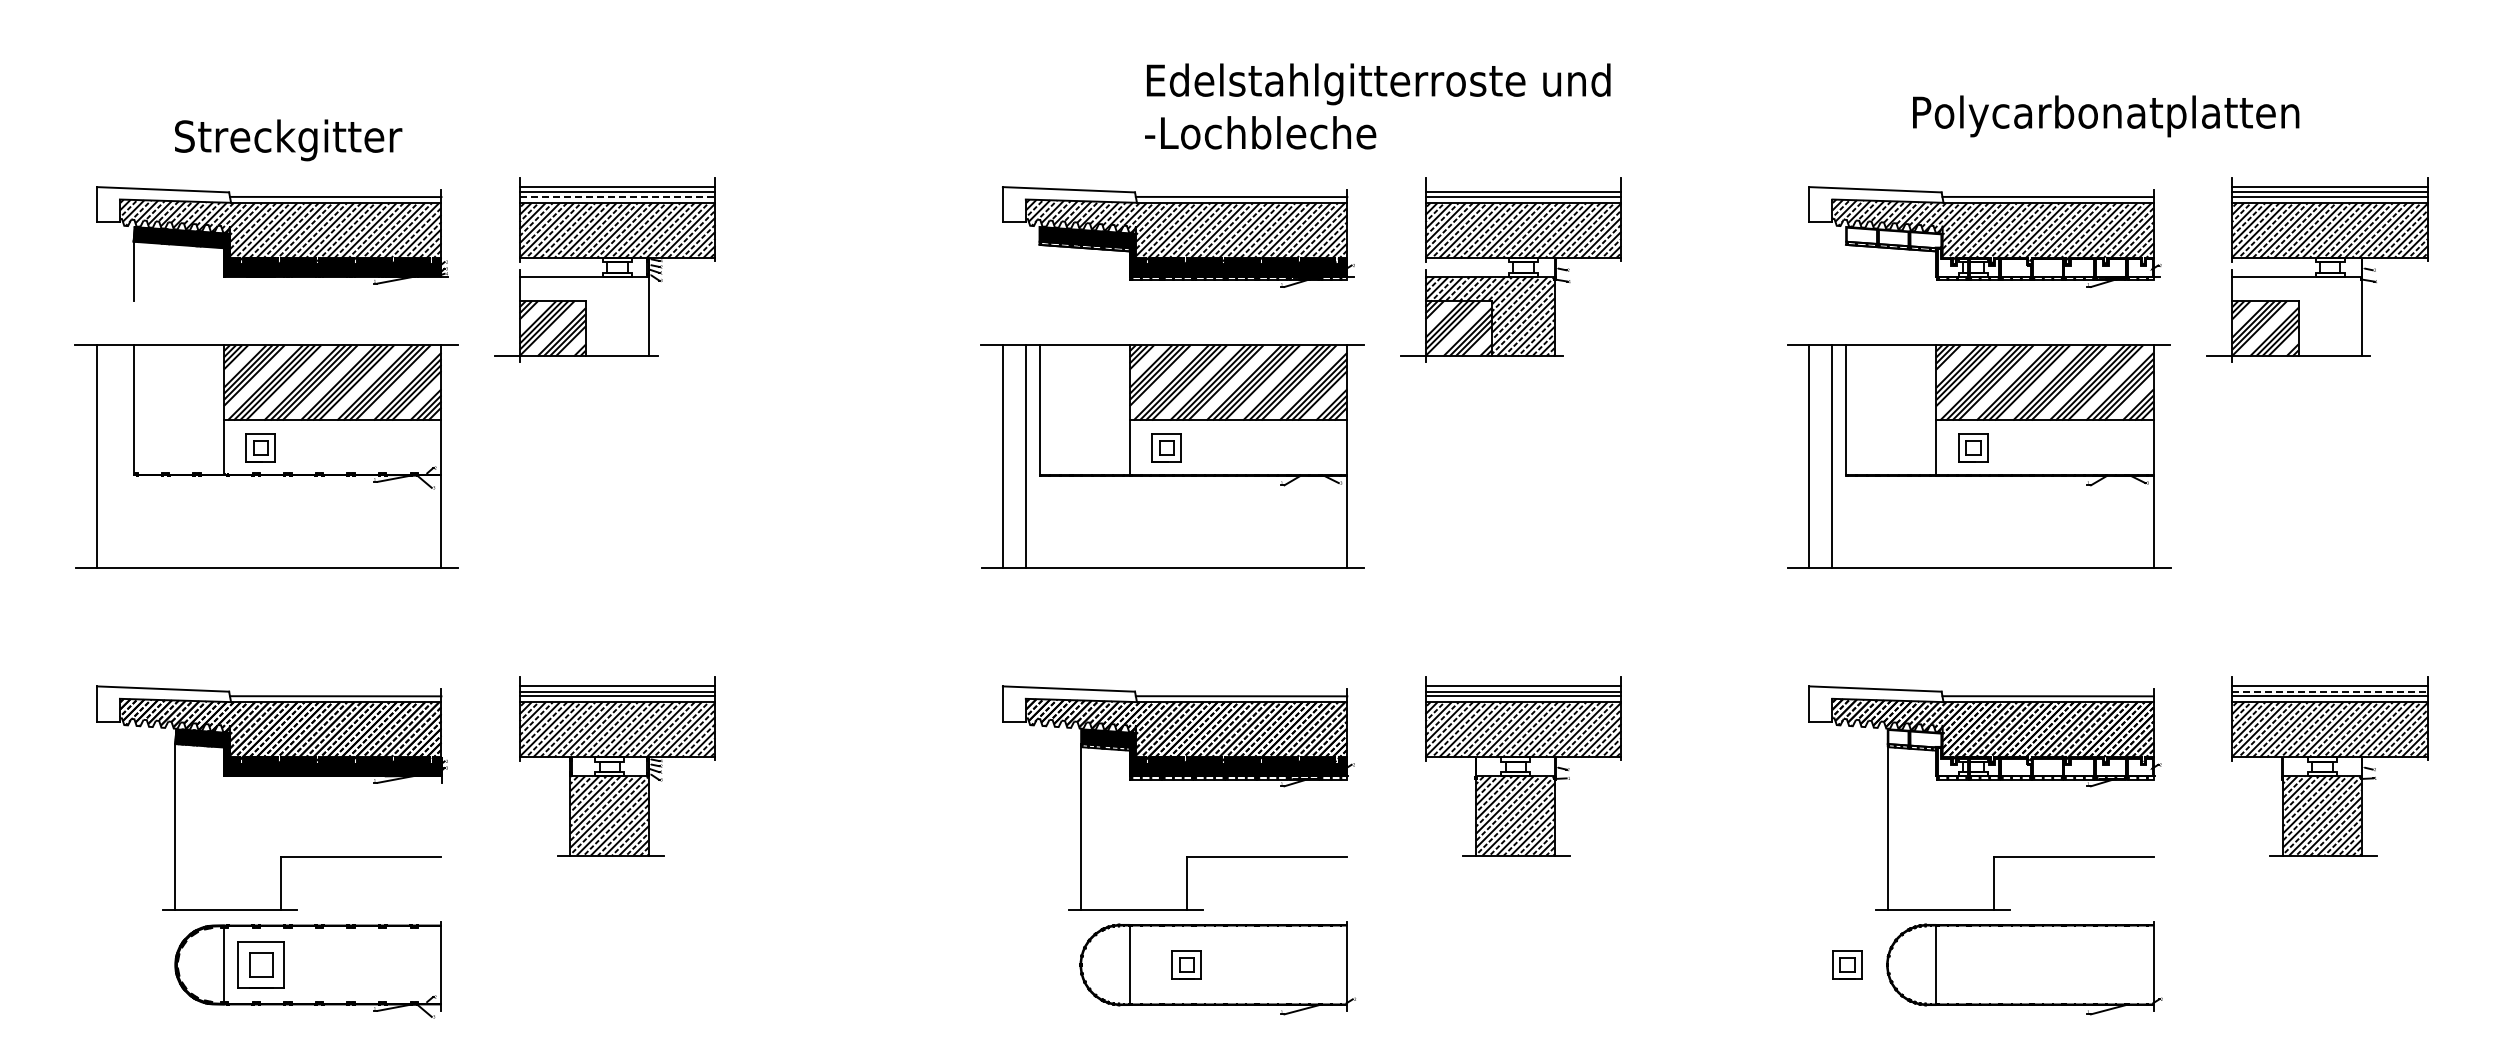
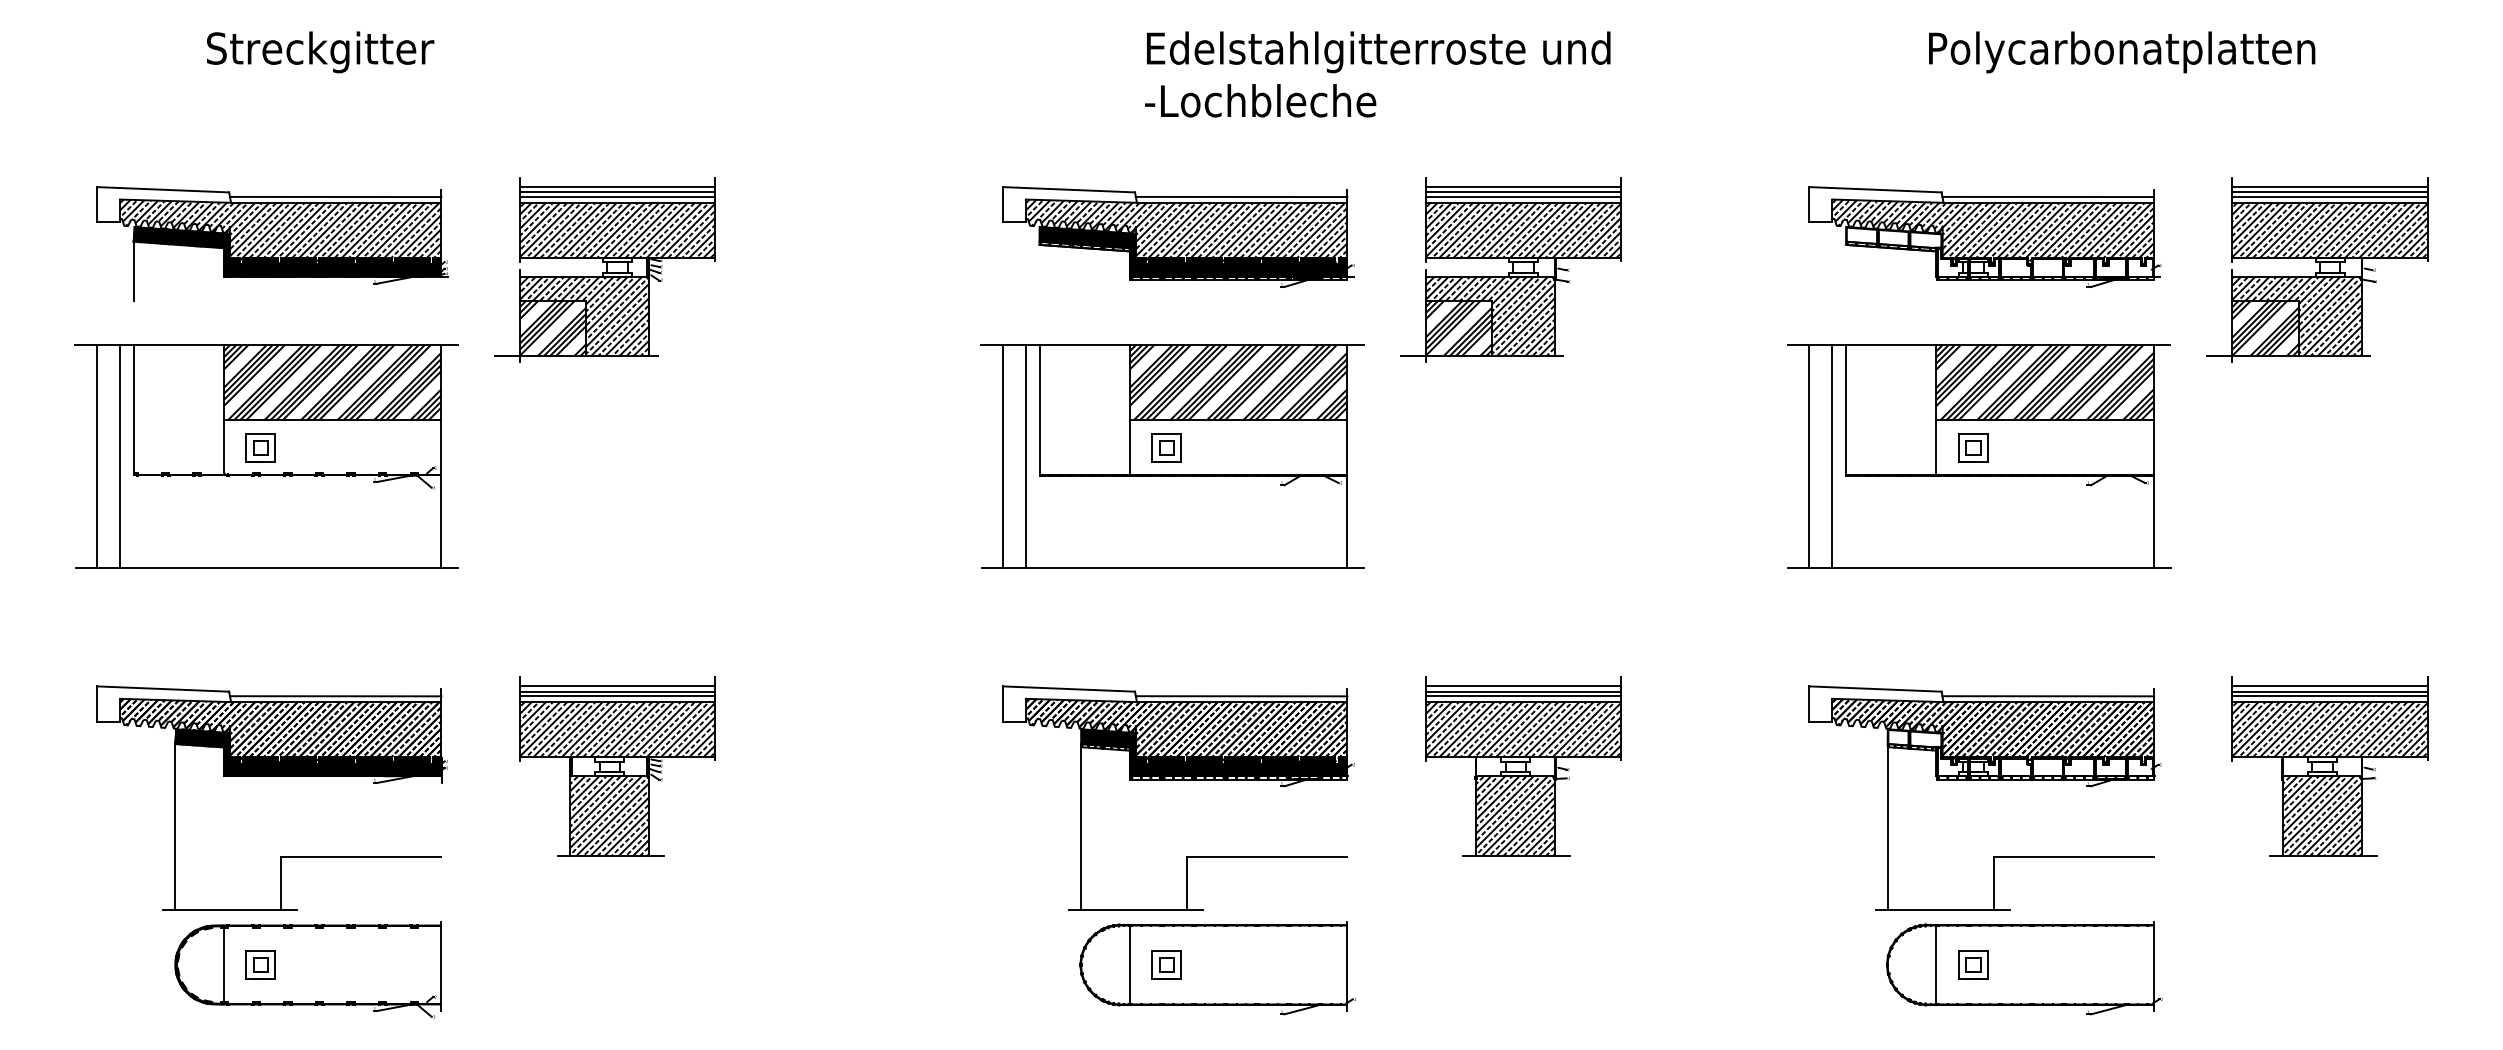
text at (1377, 106) position: (1377, 106) -> (1377, 74)
text at (2106, 116) position: (2106, 116) -> (2122, 52)
text at (288, 140) position: (288, 140) -> (320, 52)
line at (1523, 187): none -> present
line at (617, 197): dashed -> solid
hatch at (584, 316): none -> present
hatch at (2296, 316): none -> present
line at (119, 456): none -> present
line at (2330, 691): dashed -> solid
part at (260, 964) size: 48x48 px -> 31x30 px
part at (1186, 964) position: (1186, 964) -> (1166, 964)
part at (1847, 964) position: (1847, 964) -> (1973, 964)
